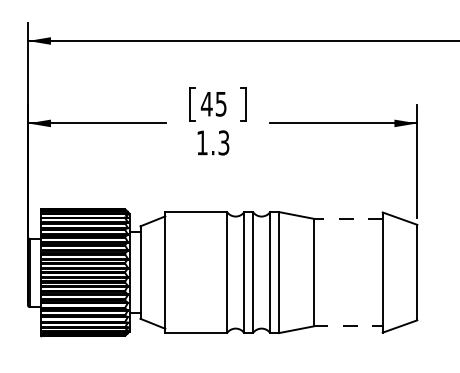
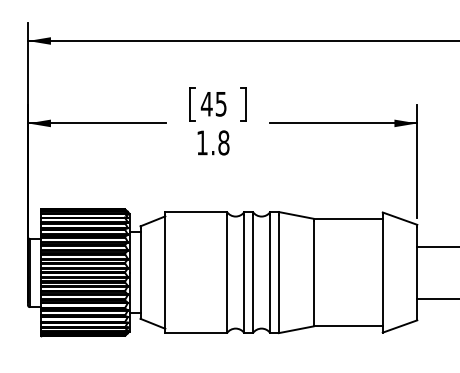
text at (223, 142): 1.3 -> 1.8
line at (348, 218): dashed -> solid
line at (436, 246): none -> present
line at (436, 298): none -> present
line at (348, 326): dashed -> solid
